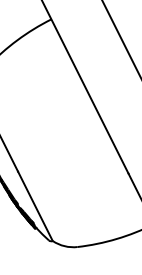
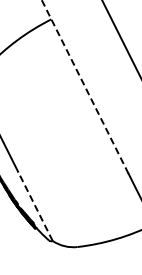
line at (85, 86): solid -> dashed
line at (35, 206): solid -> dashed
